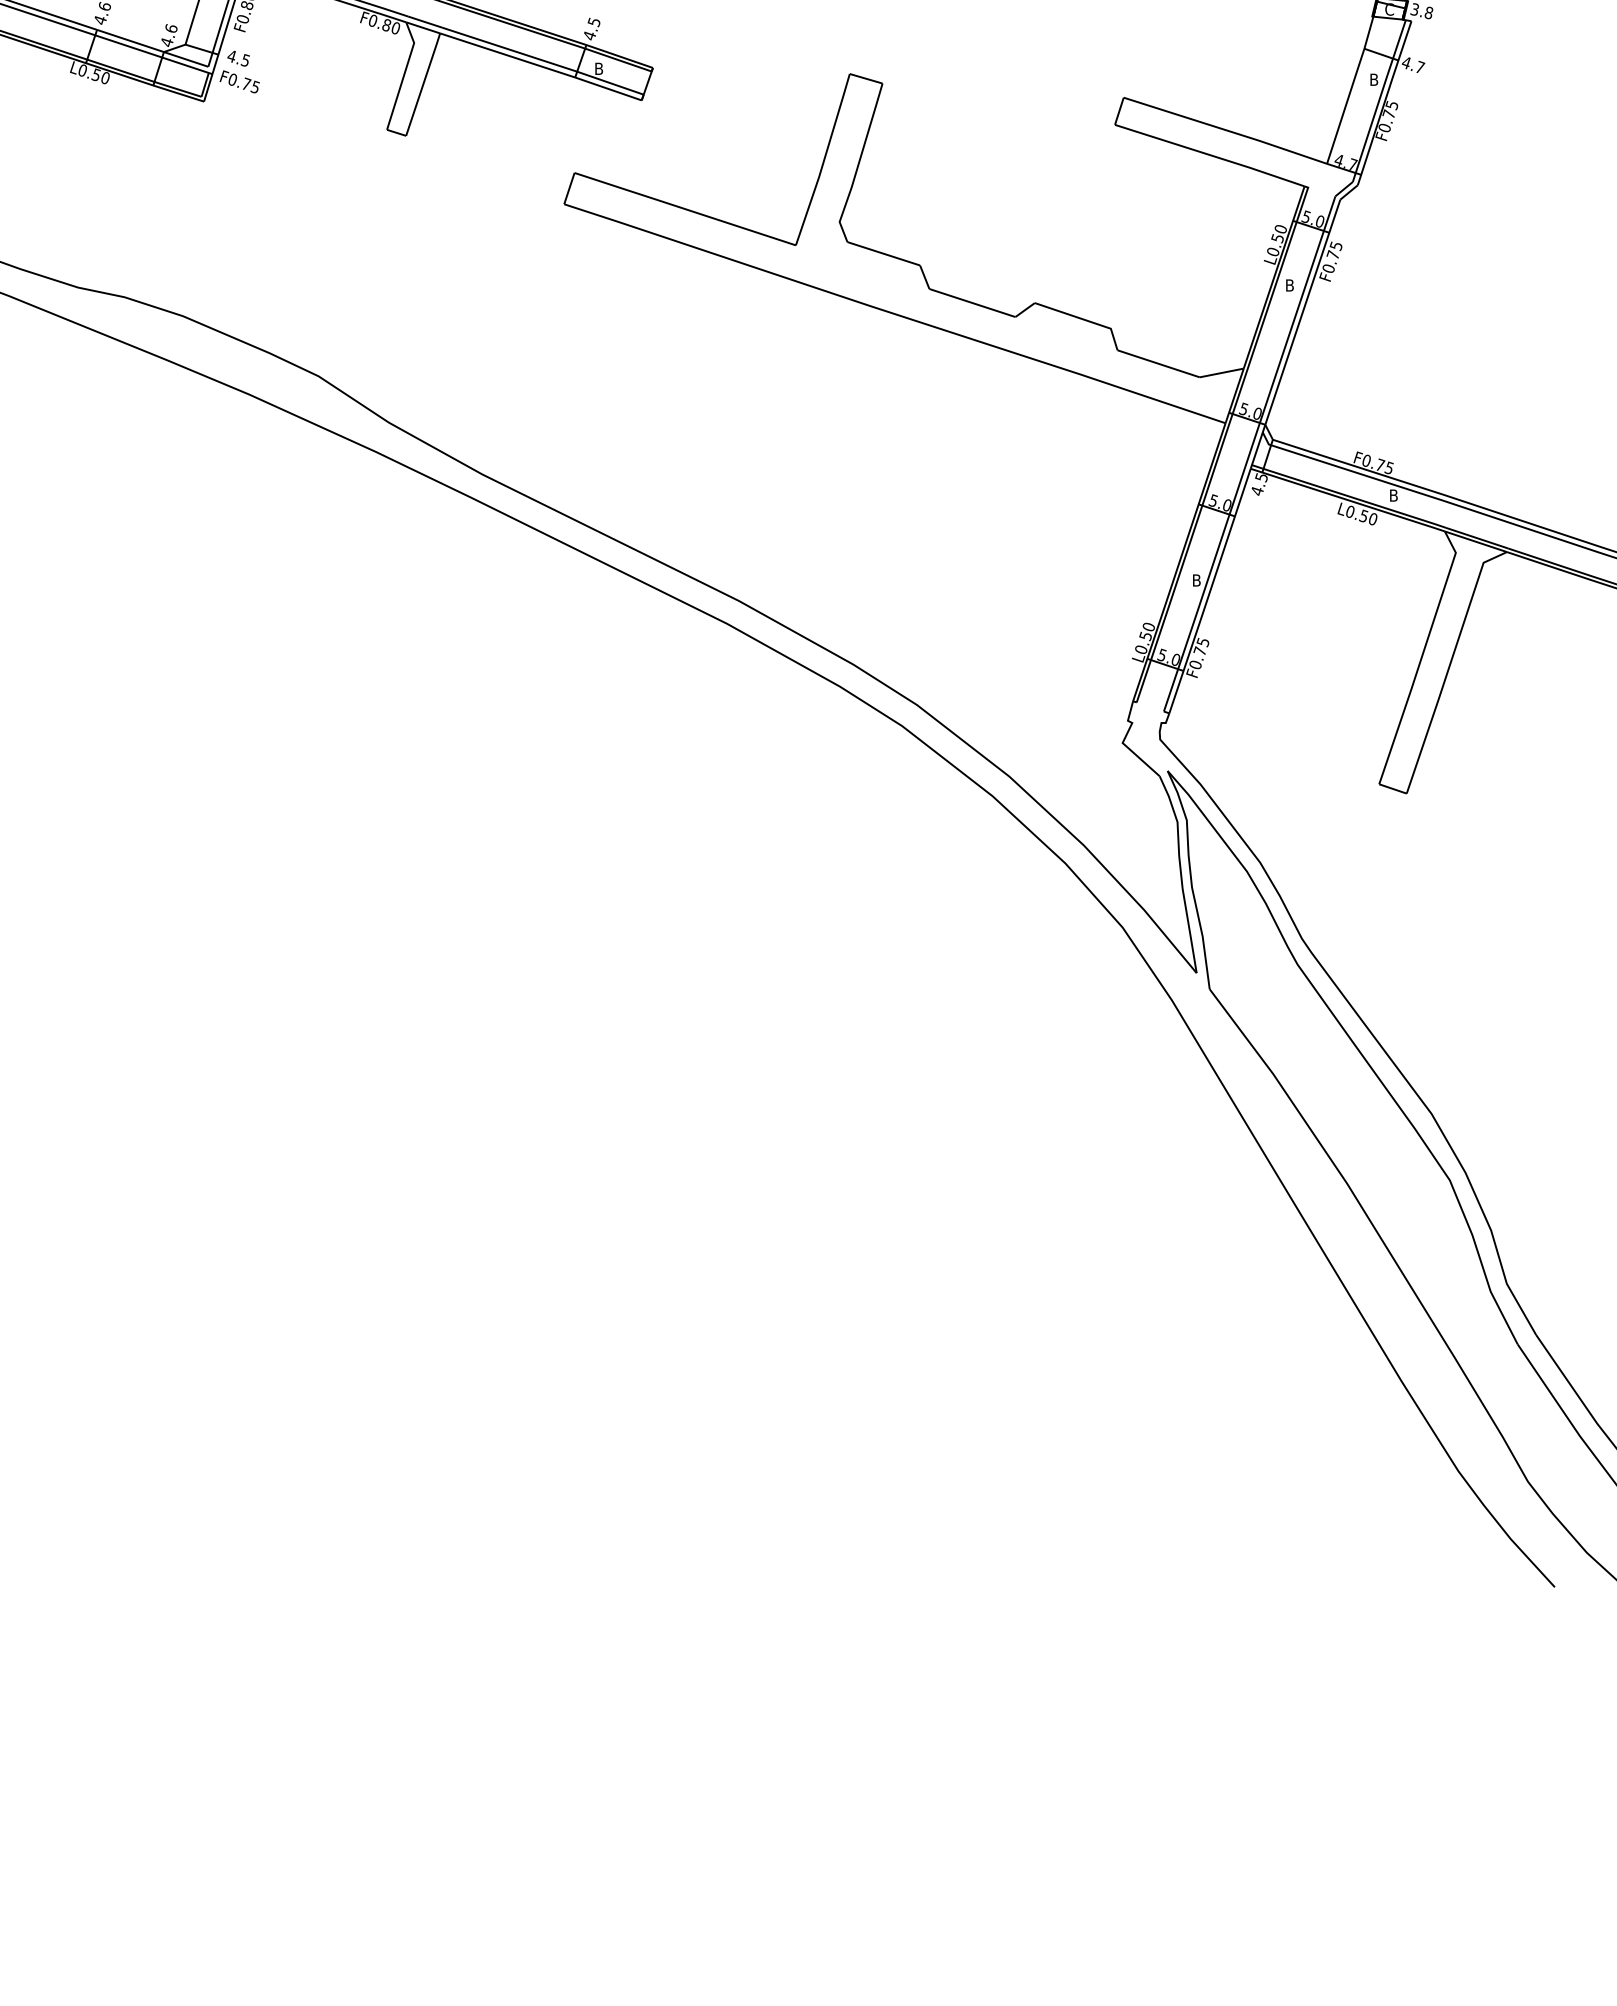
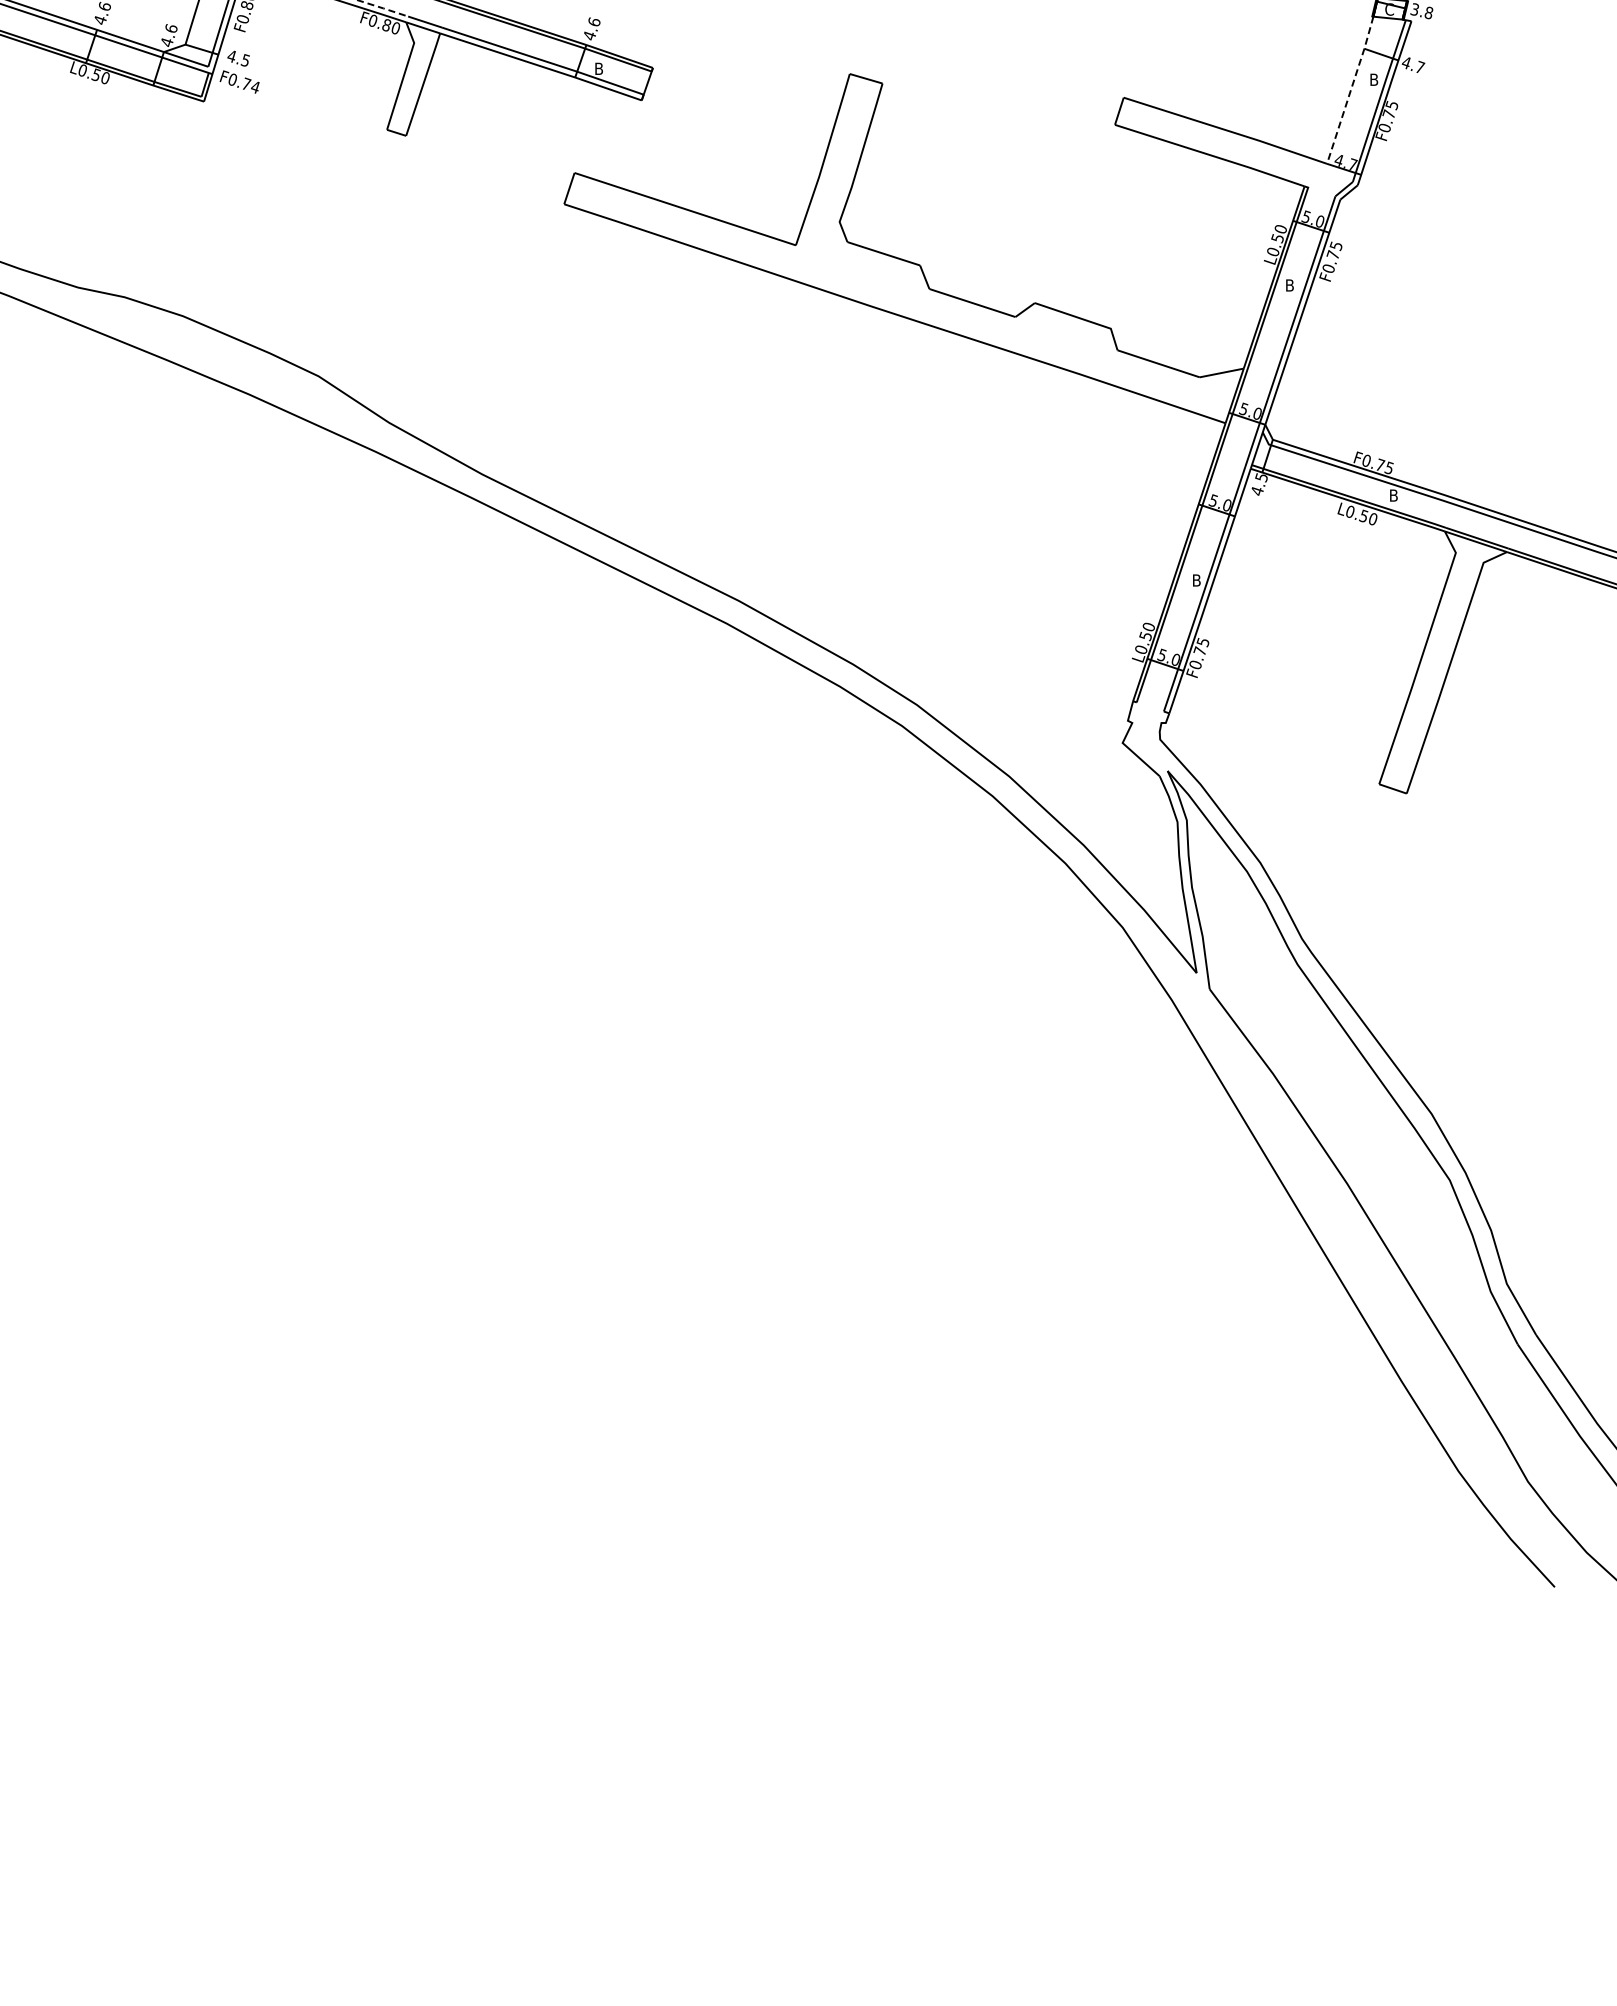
line at (383, 8): solid -> dashed
text at (593, 22): 4.5 -> 4.6
text at (254, 86): F0.75 -> F0.74
line at (1351, 89): solid -> dashed
